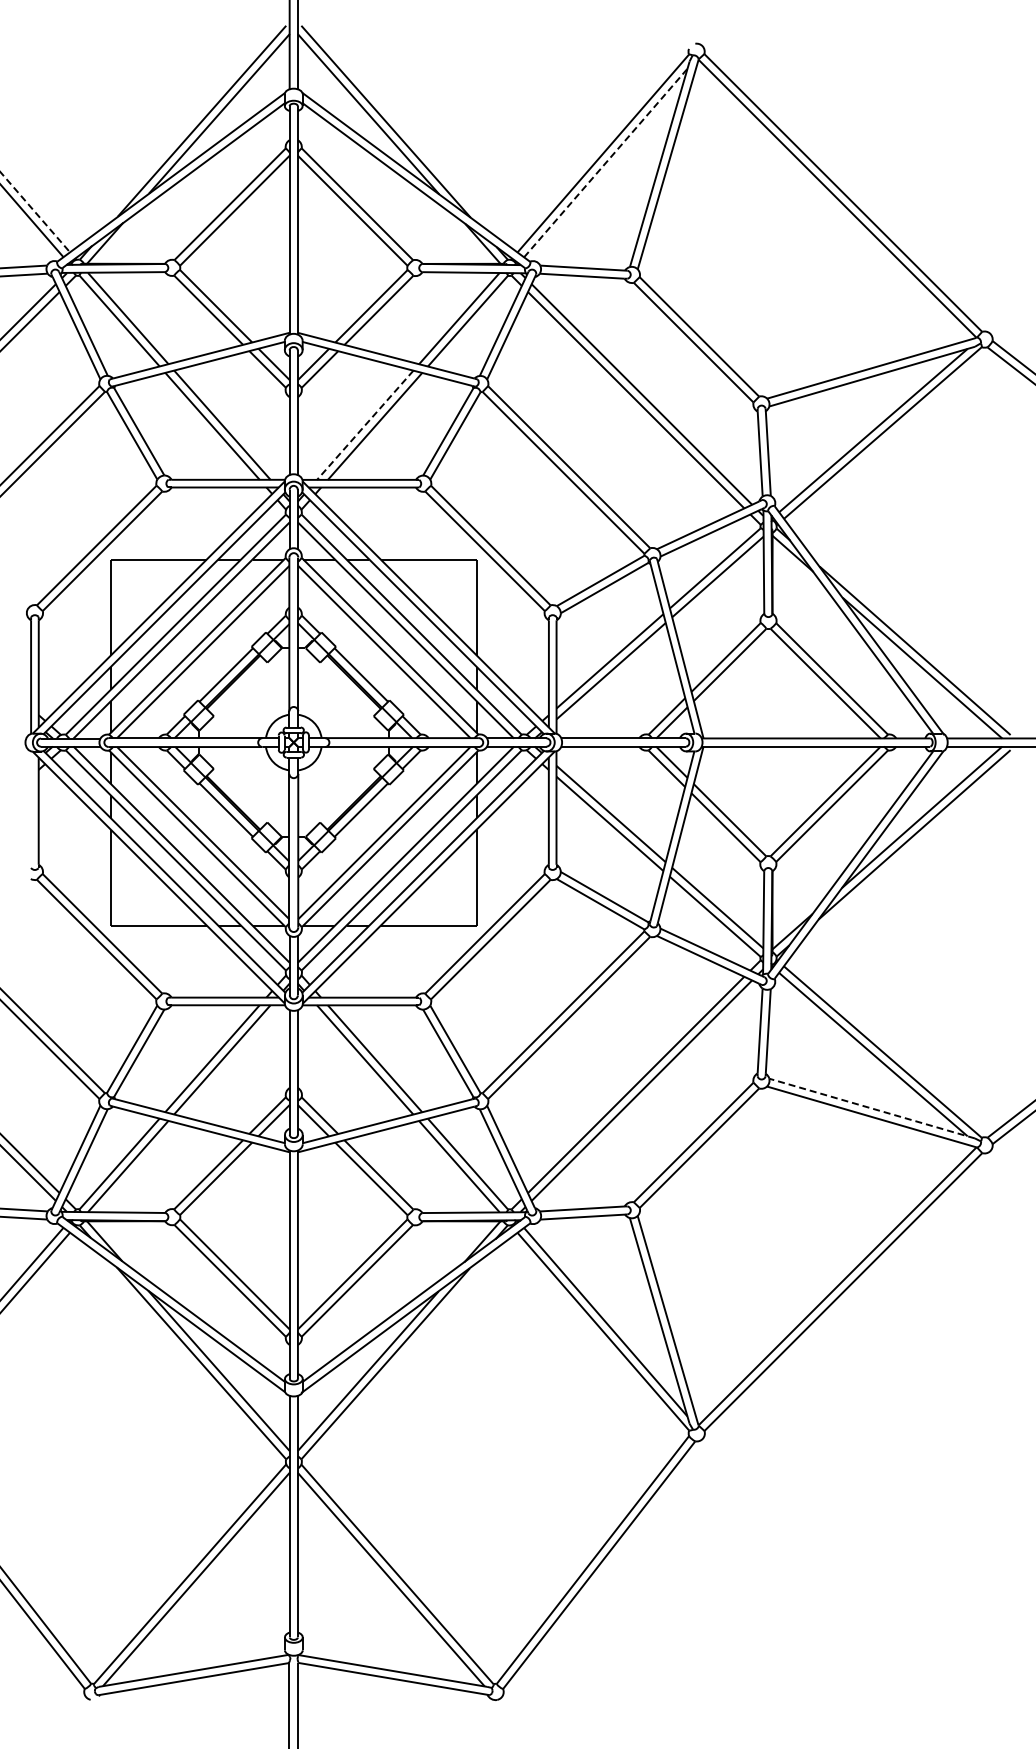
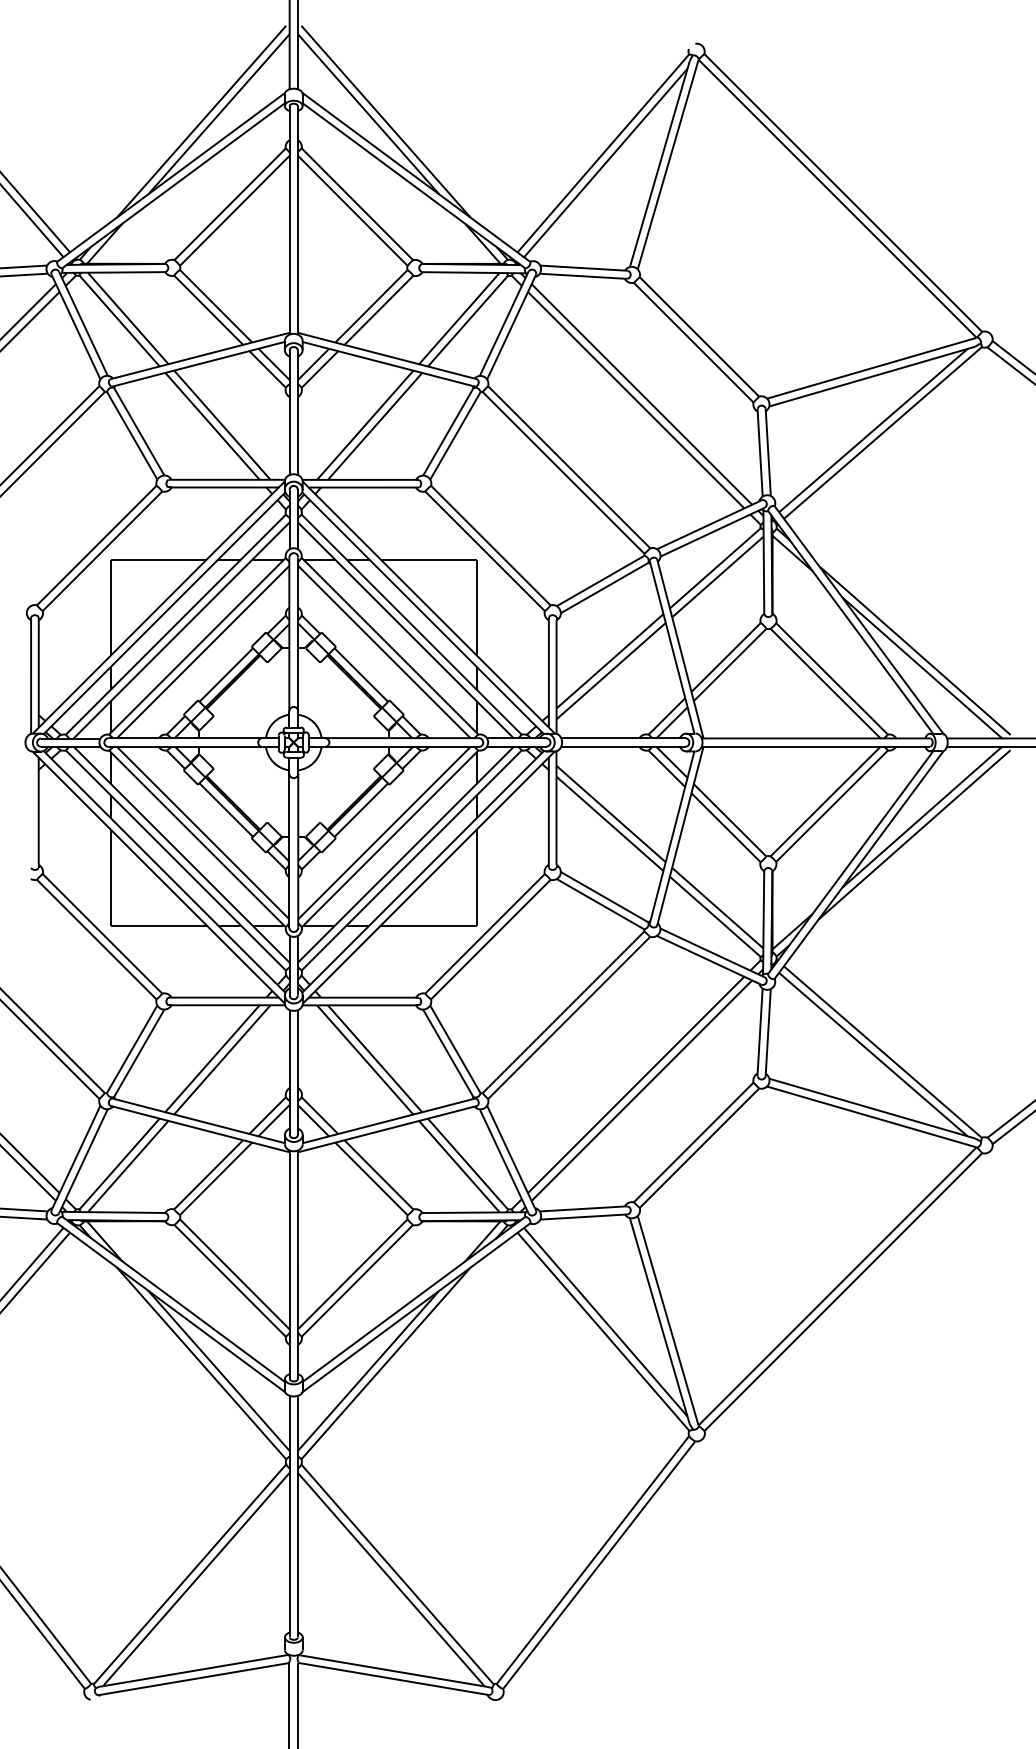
line at (605, 163): dashed -> solid
line at (35, 212): dashed -> solid
line at (365, 425): dashed -> solid
line at (871, 1108): dashed -> solid
